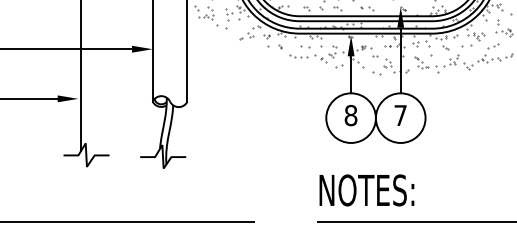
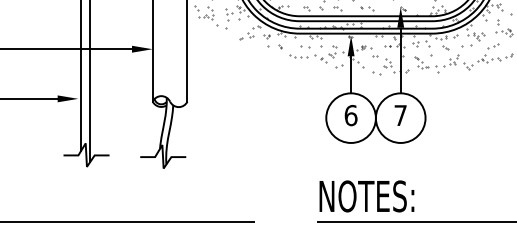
line at (90, 82): none -> present
text at (350, 115): 8 -> 6
text at (366, 190) position: (366, 190) -> (366, 196)
